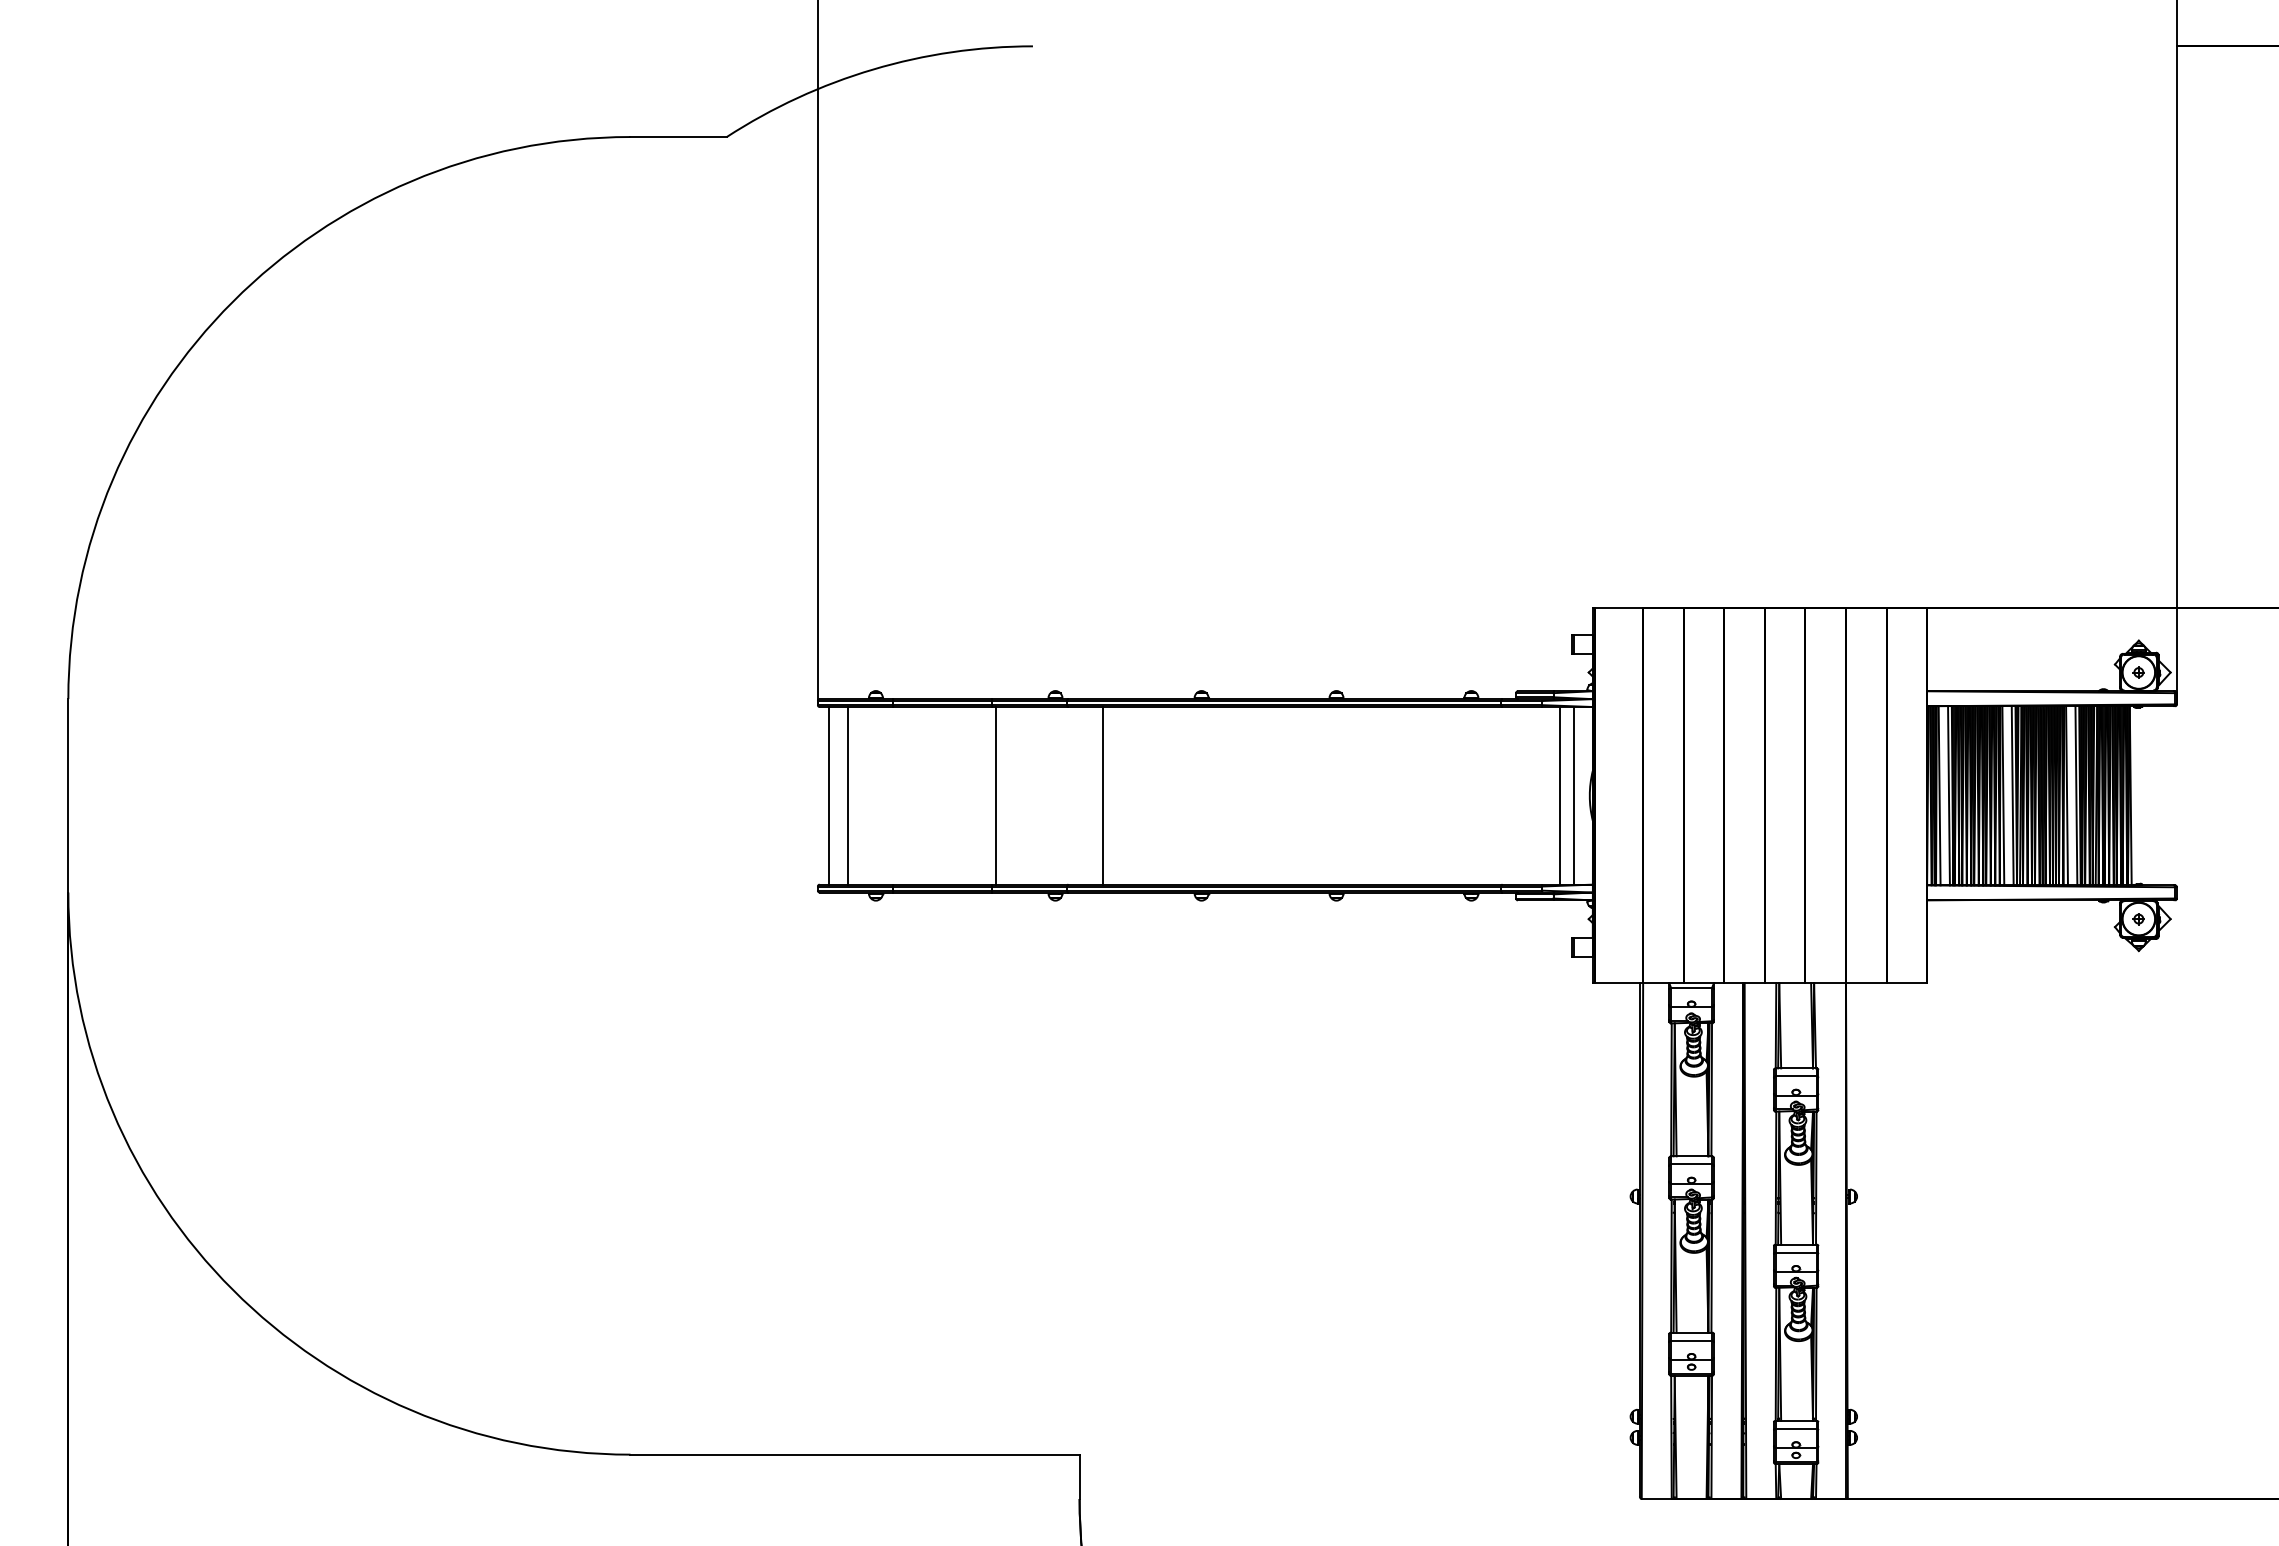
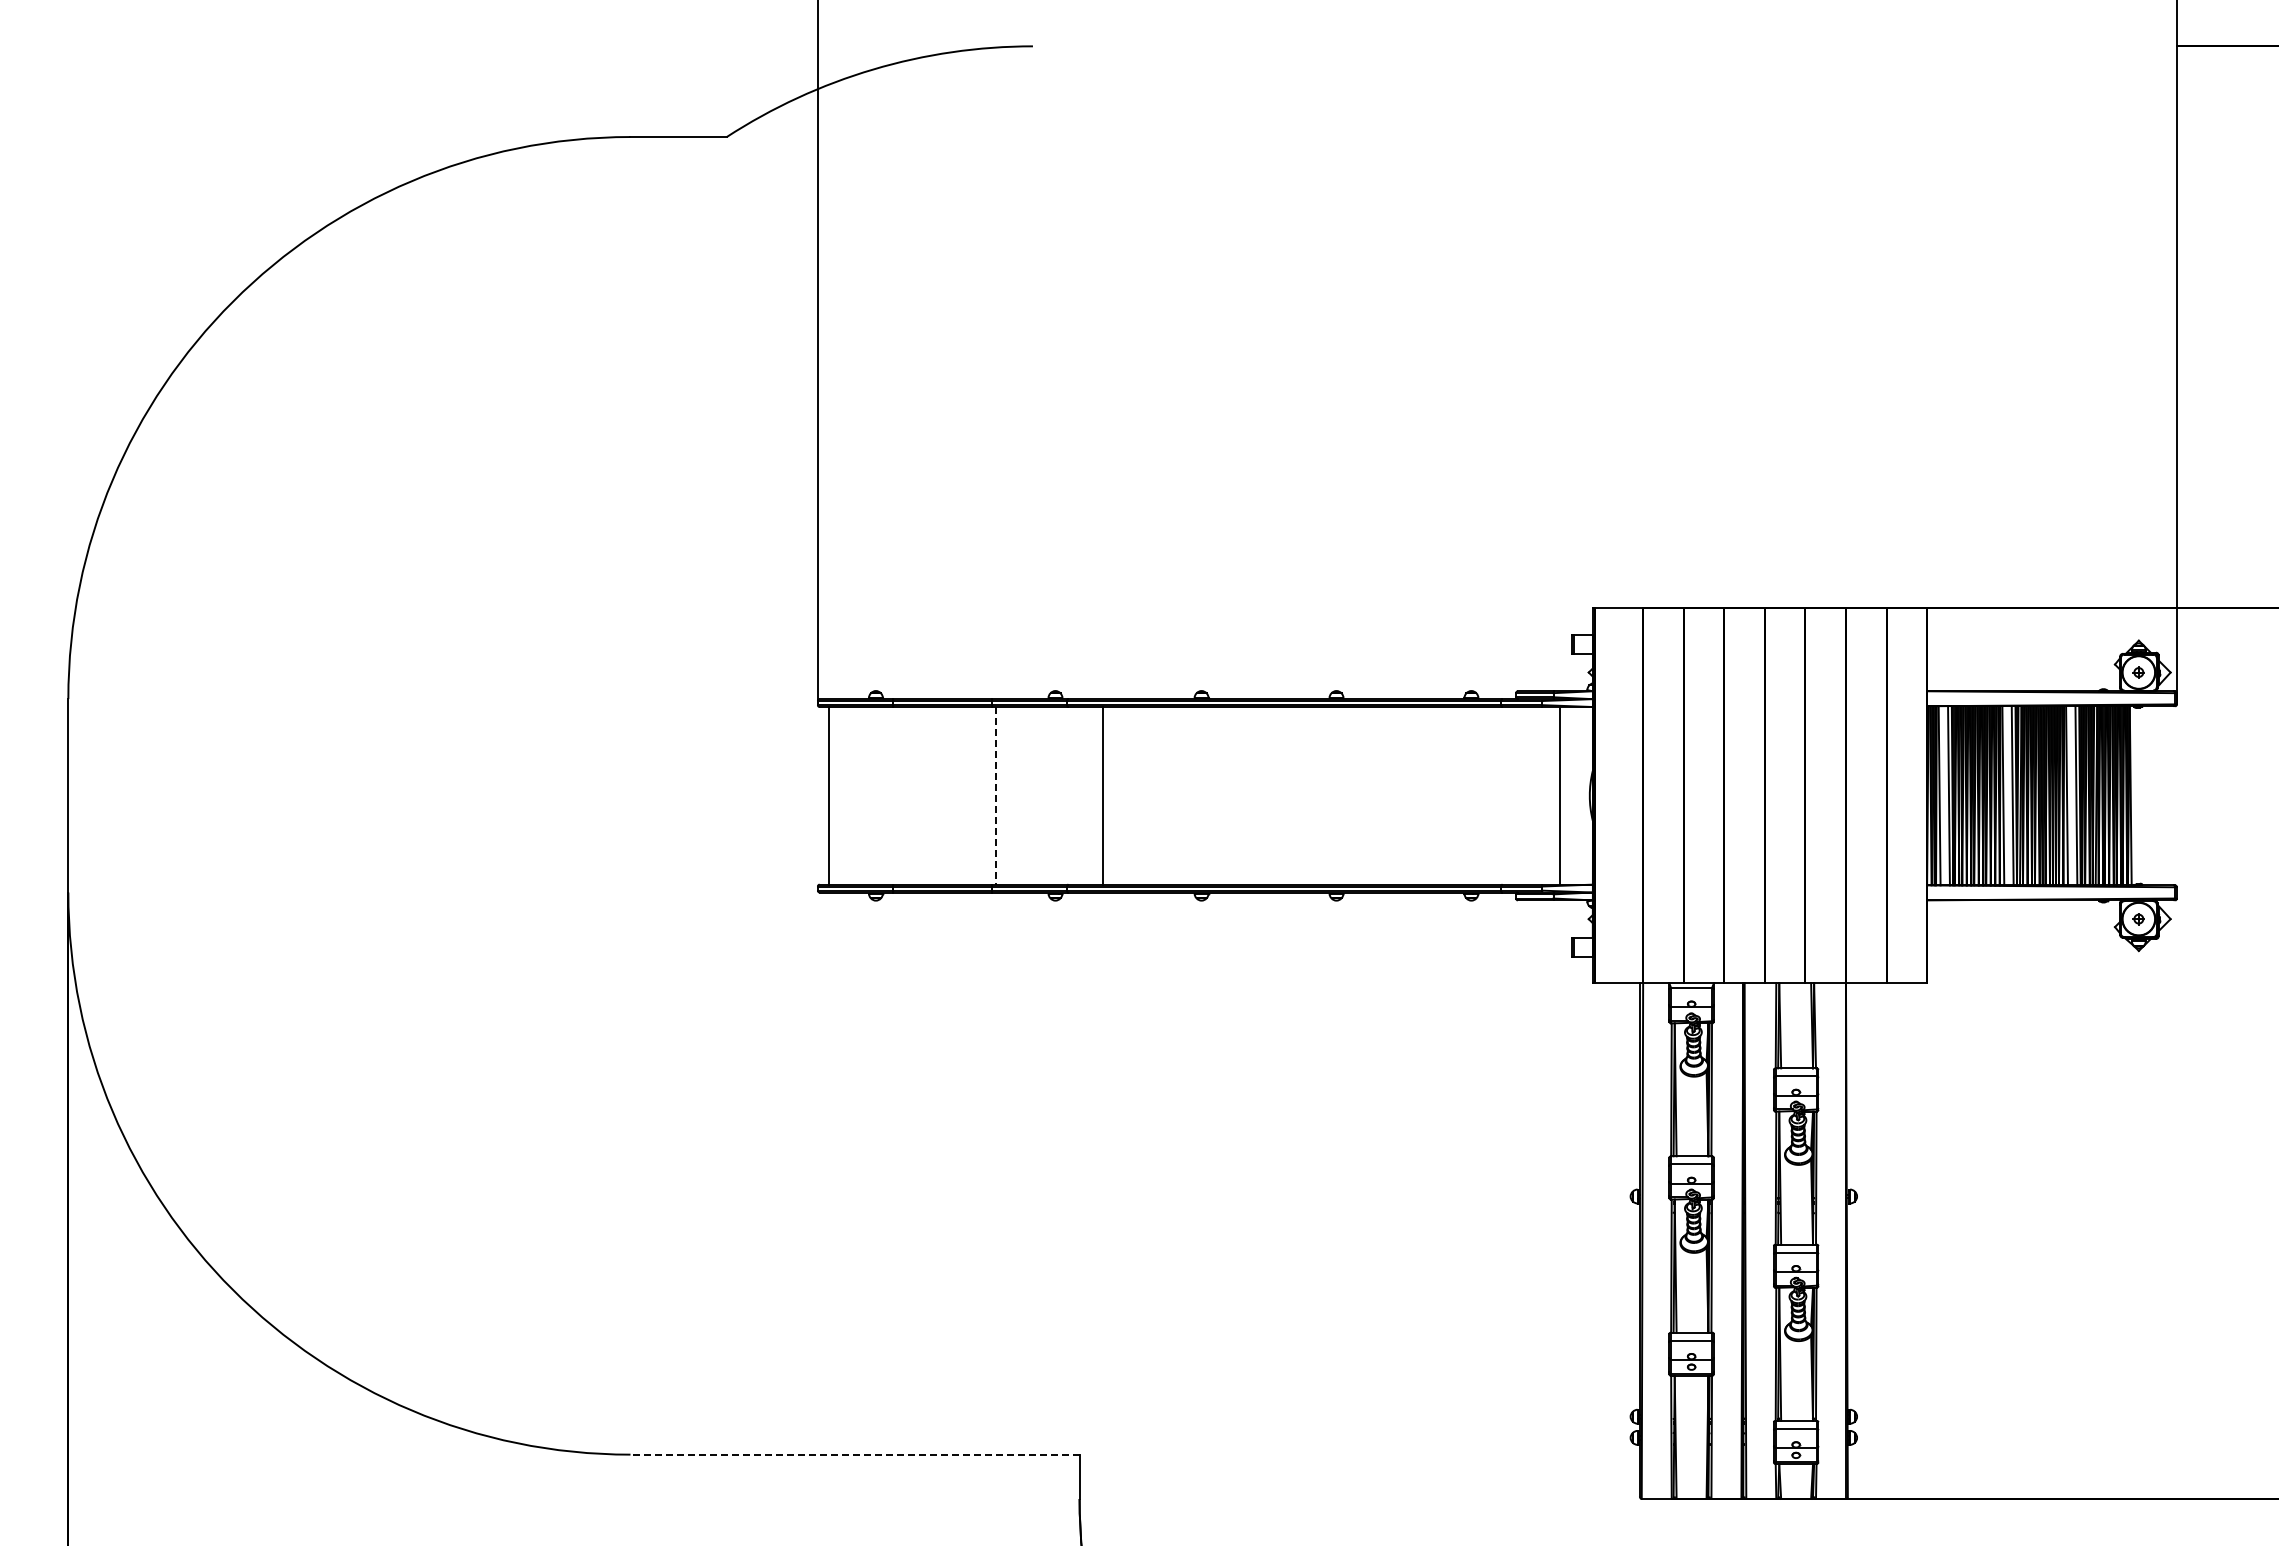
line at (848, 795): present -> none
line at (995, 795): solid -> dashed
line at (1573, 795): present -> none
line at (855, 1454): solid -> dashed
